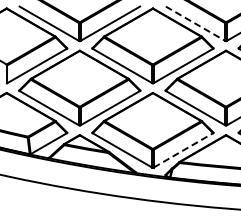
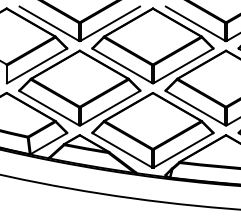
line at (196, 24): dashed -> solid
line at (183, 150): dashed -> solid
